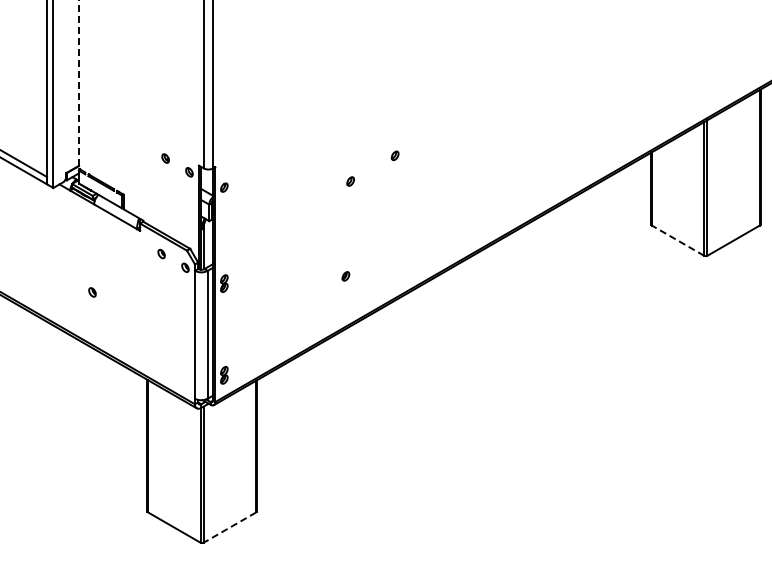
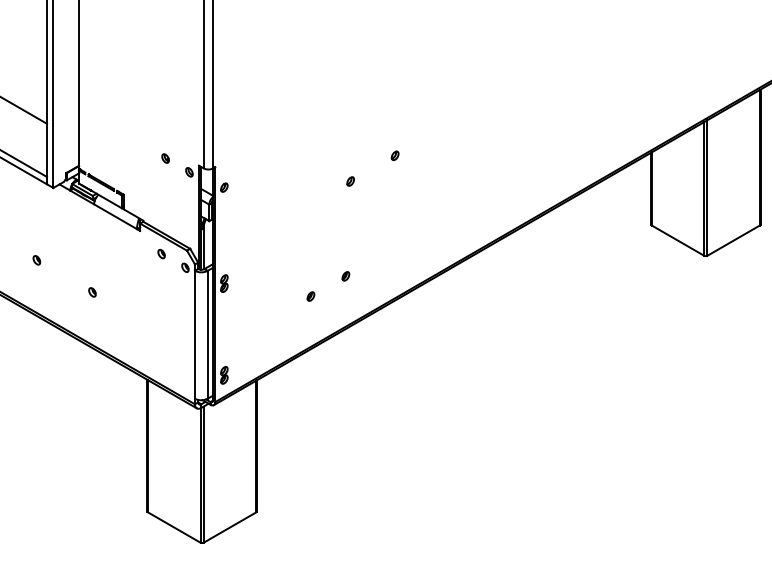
line at (79, 85): dashed -> solid
line at (24, 110): none -> present
line at (677, 240): dashed -> solid
part at (36, 260): none -> present
part at (310, 296): none -> present
line at (229, 527): dashed -> solid
